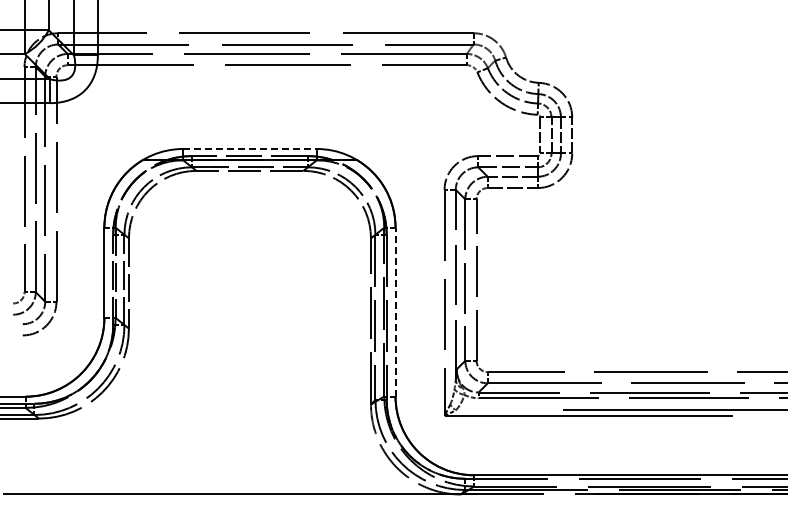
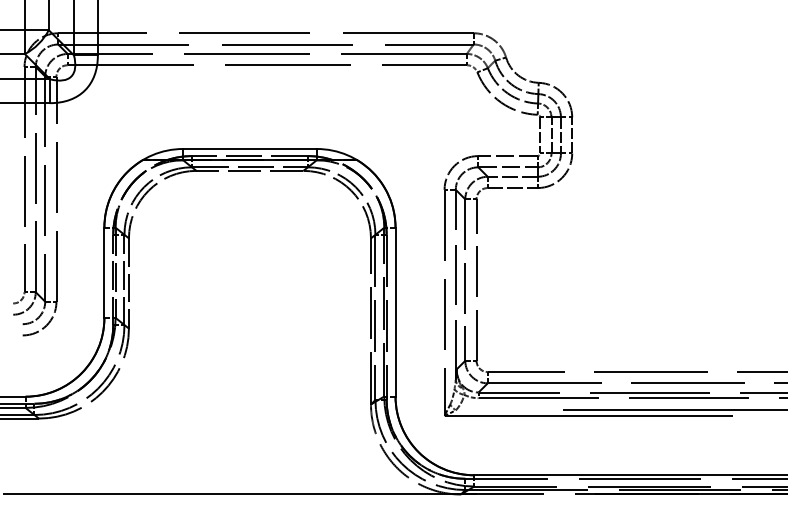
line at (249, 149): dashed -> solid
line at (395, 311): dashed -> solid
